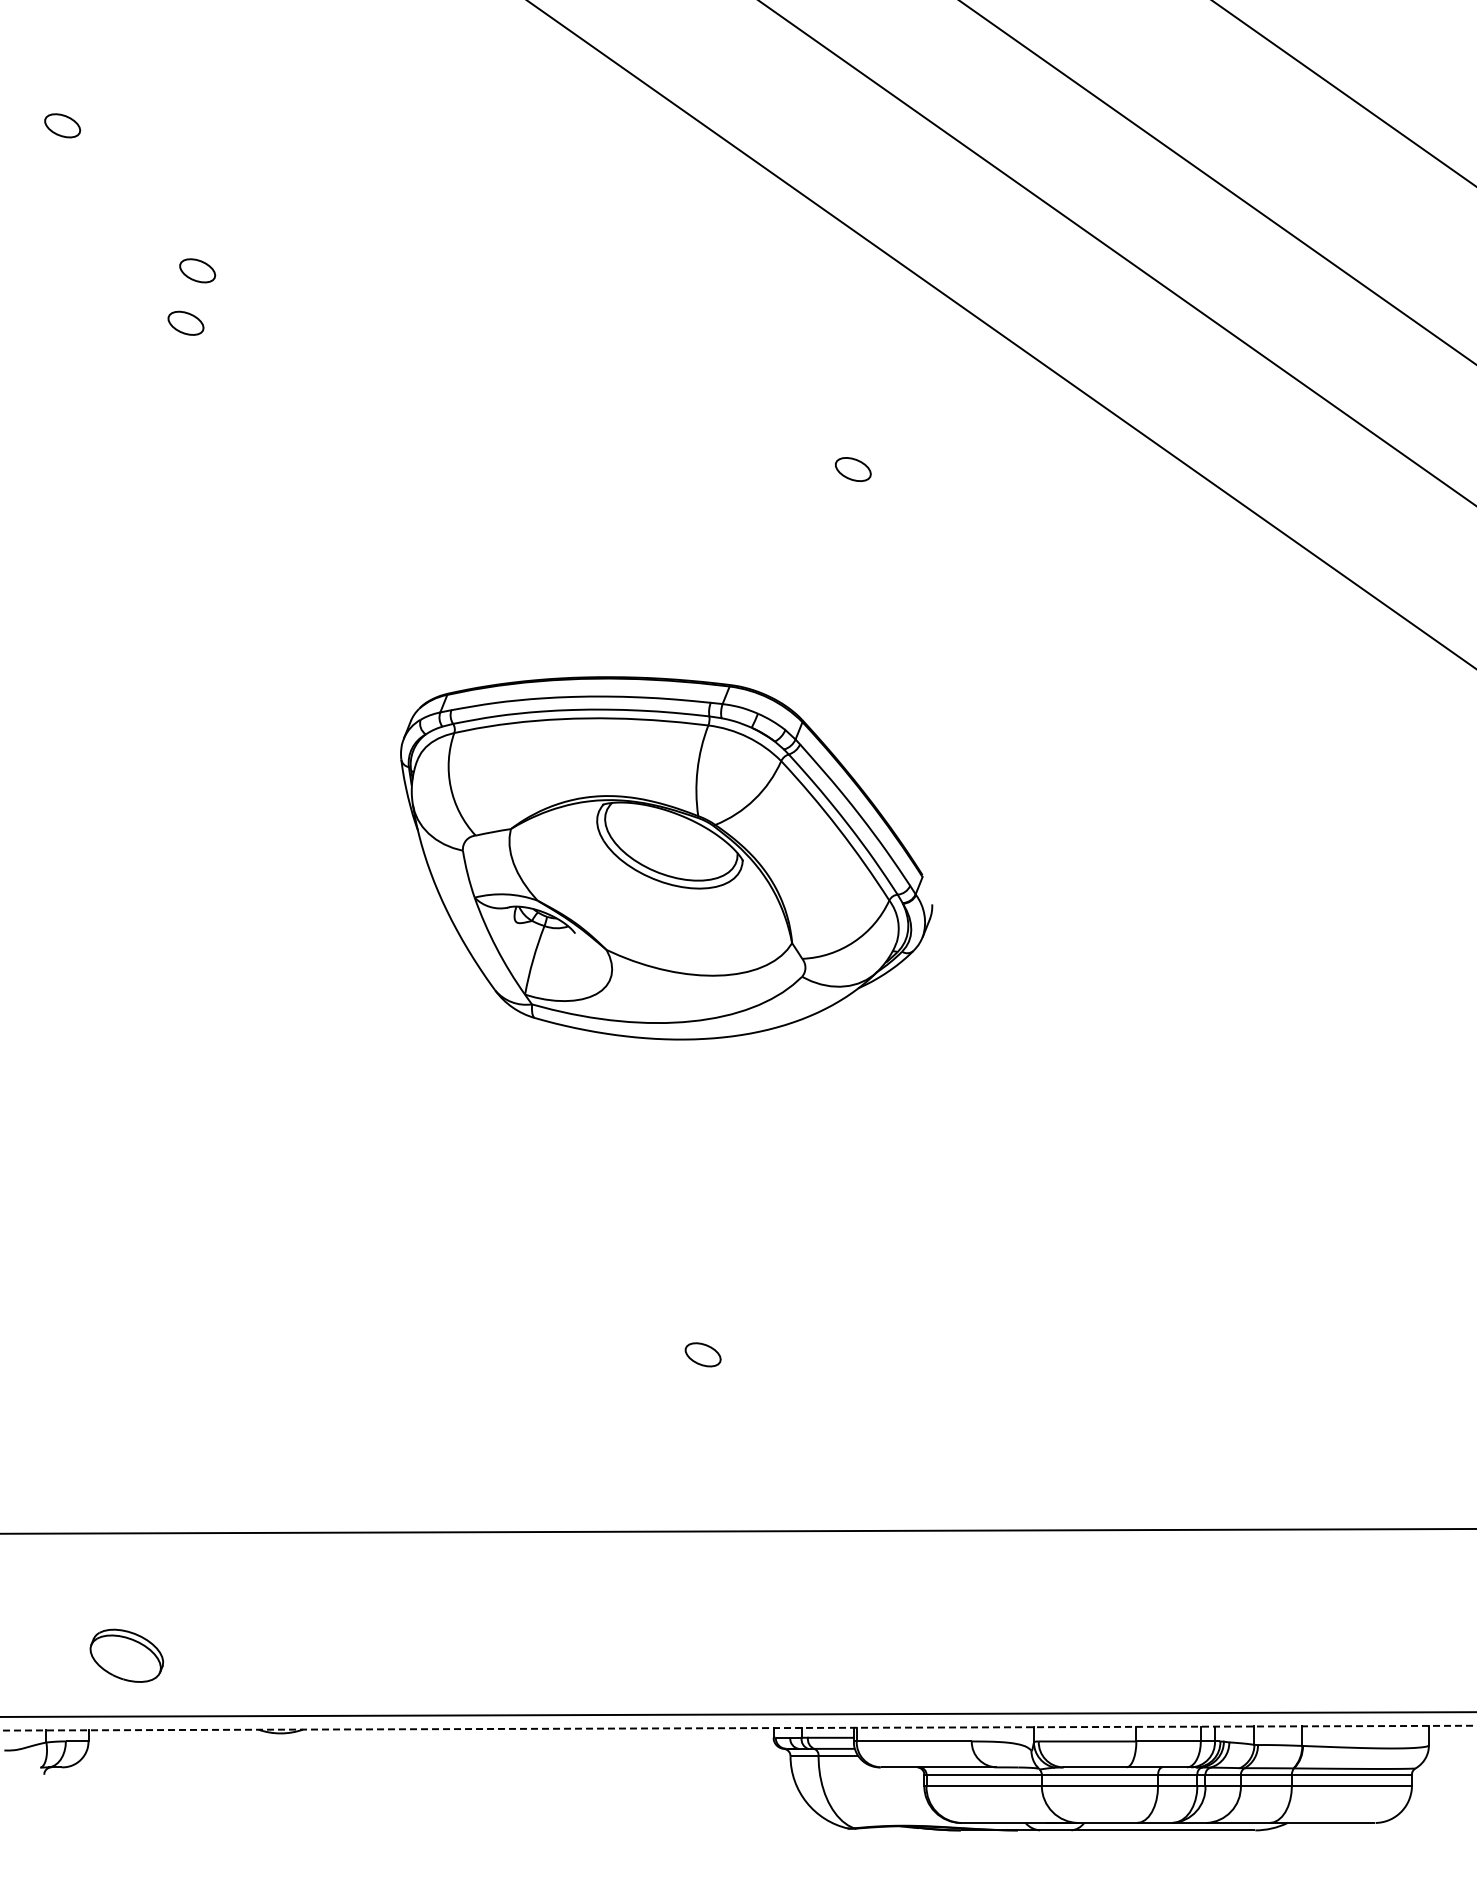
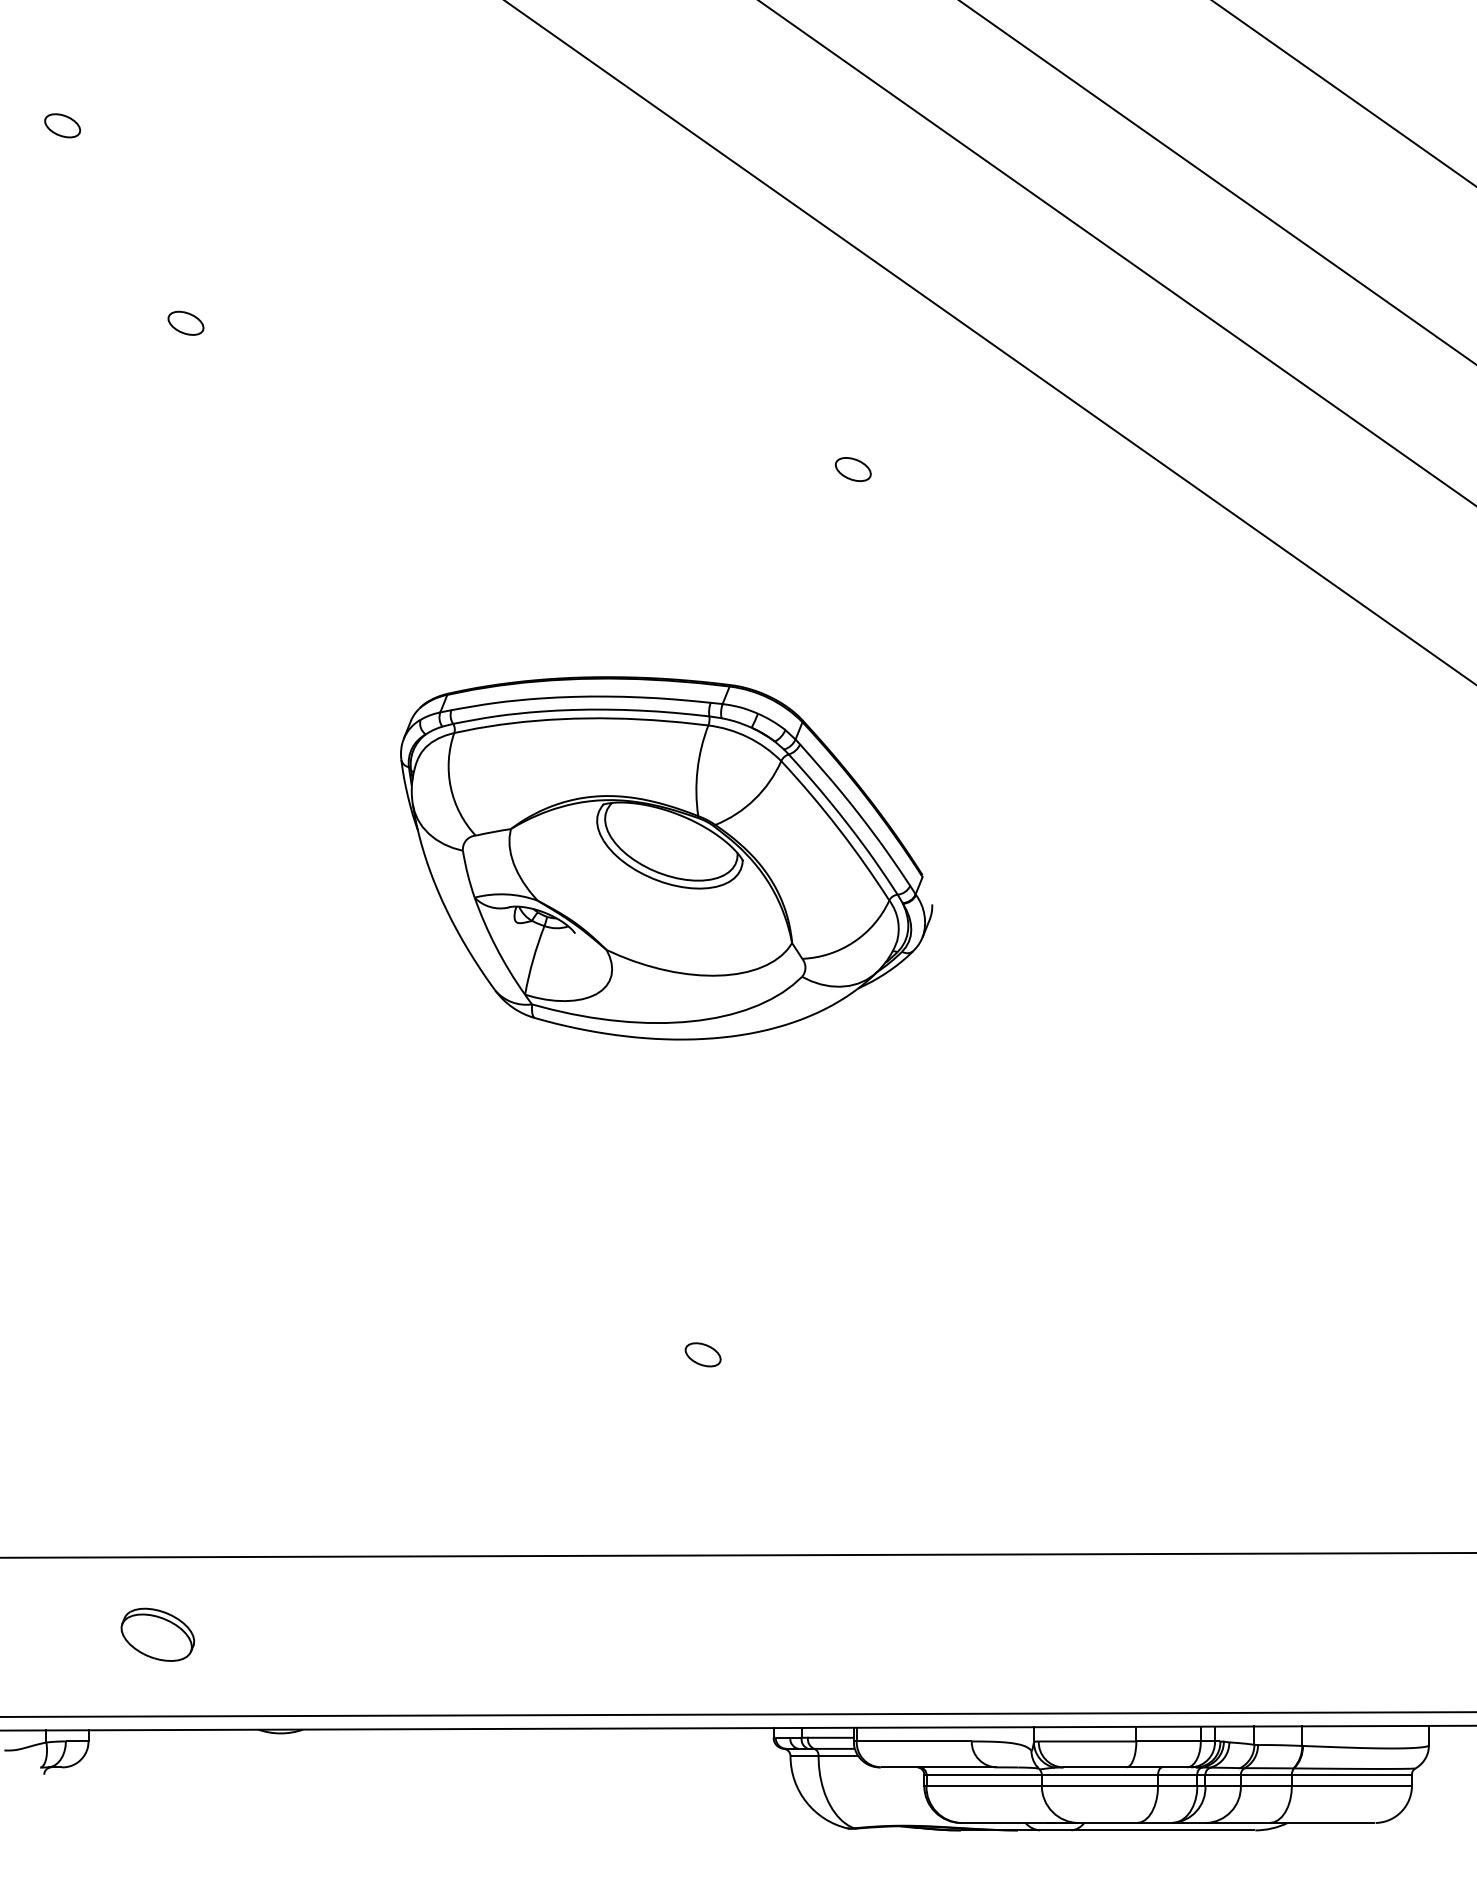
part at (197, 270): present -> none
line at (1001, 334) position: (1001, 334) -> (990, 342)
line at (737, 1530) position: (737, 1530) -> (737, 1554)
part at (126, 1655) position: (126, 1655) -> (157, 1634)
line at (738, 1728): dashed -> solid
